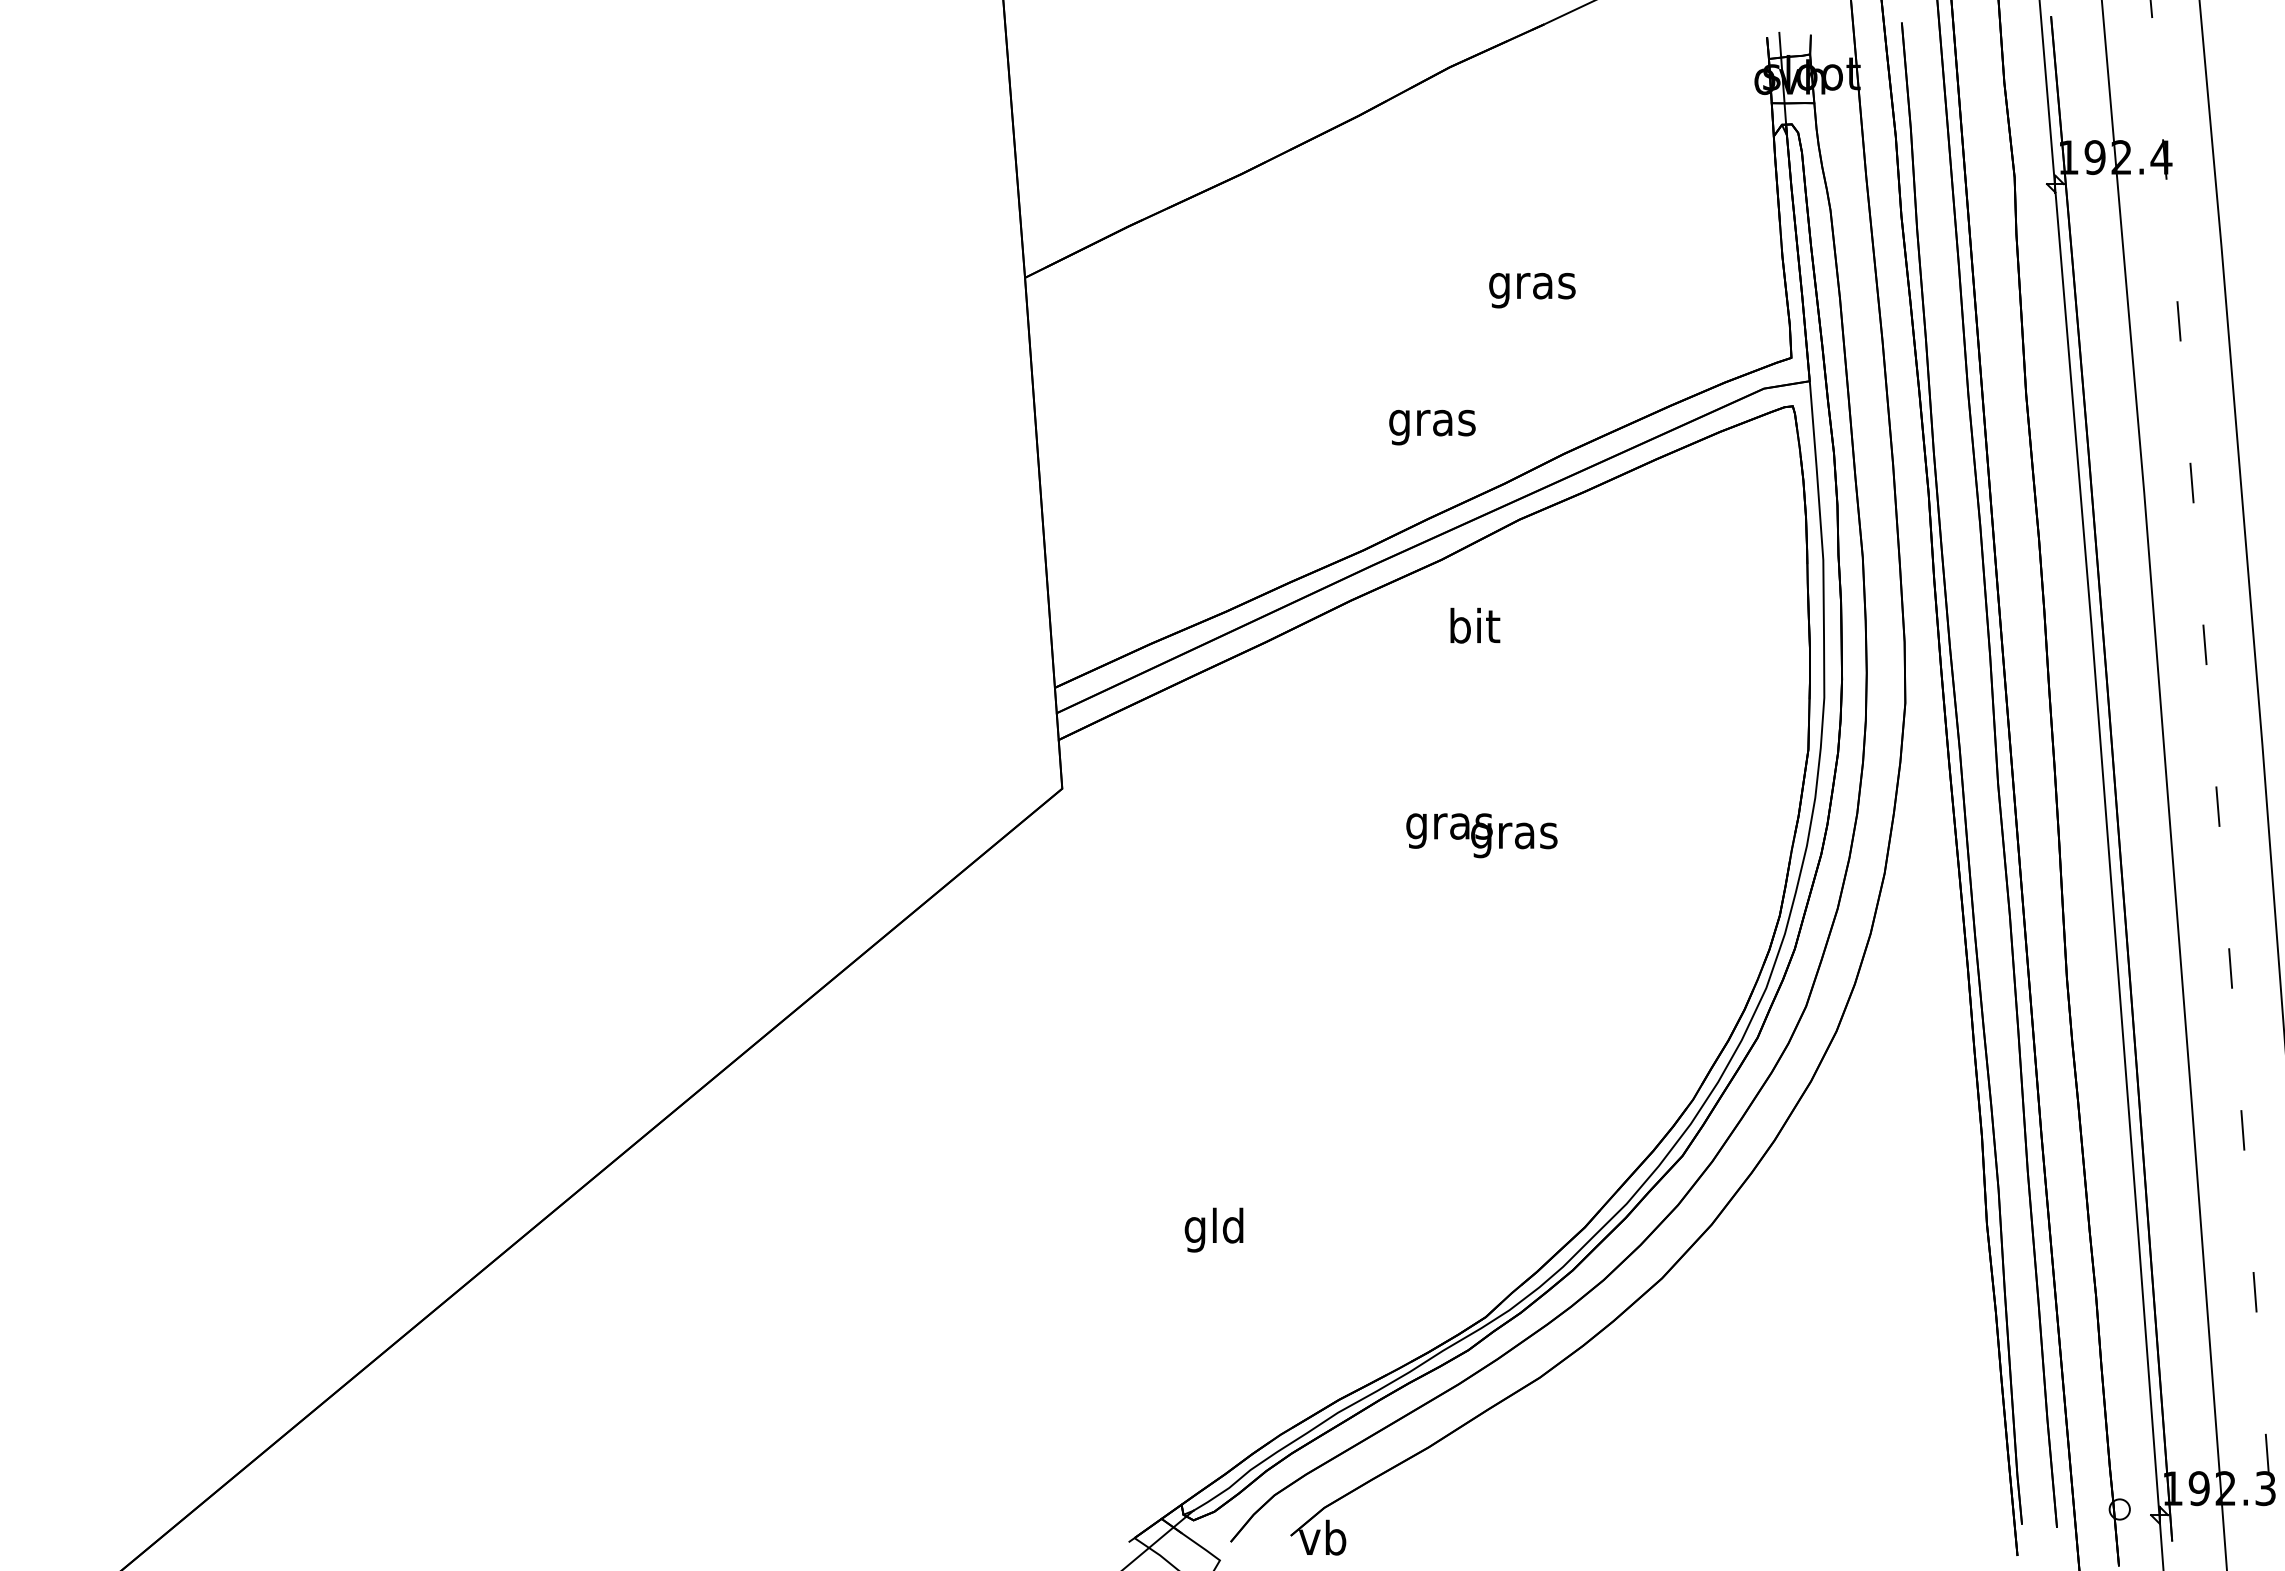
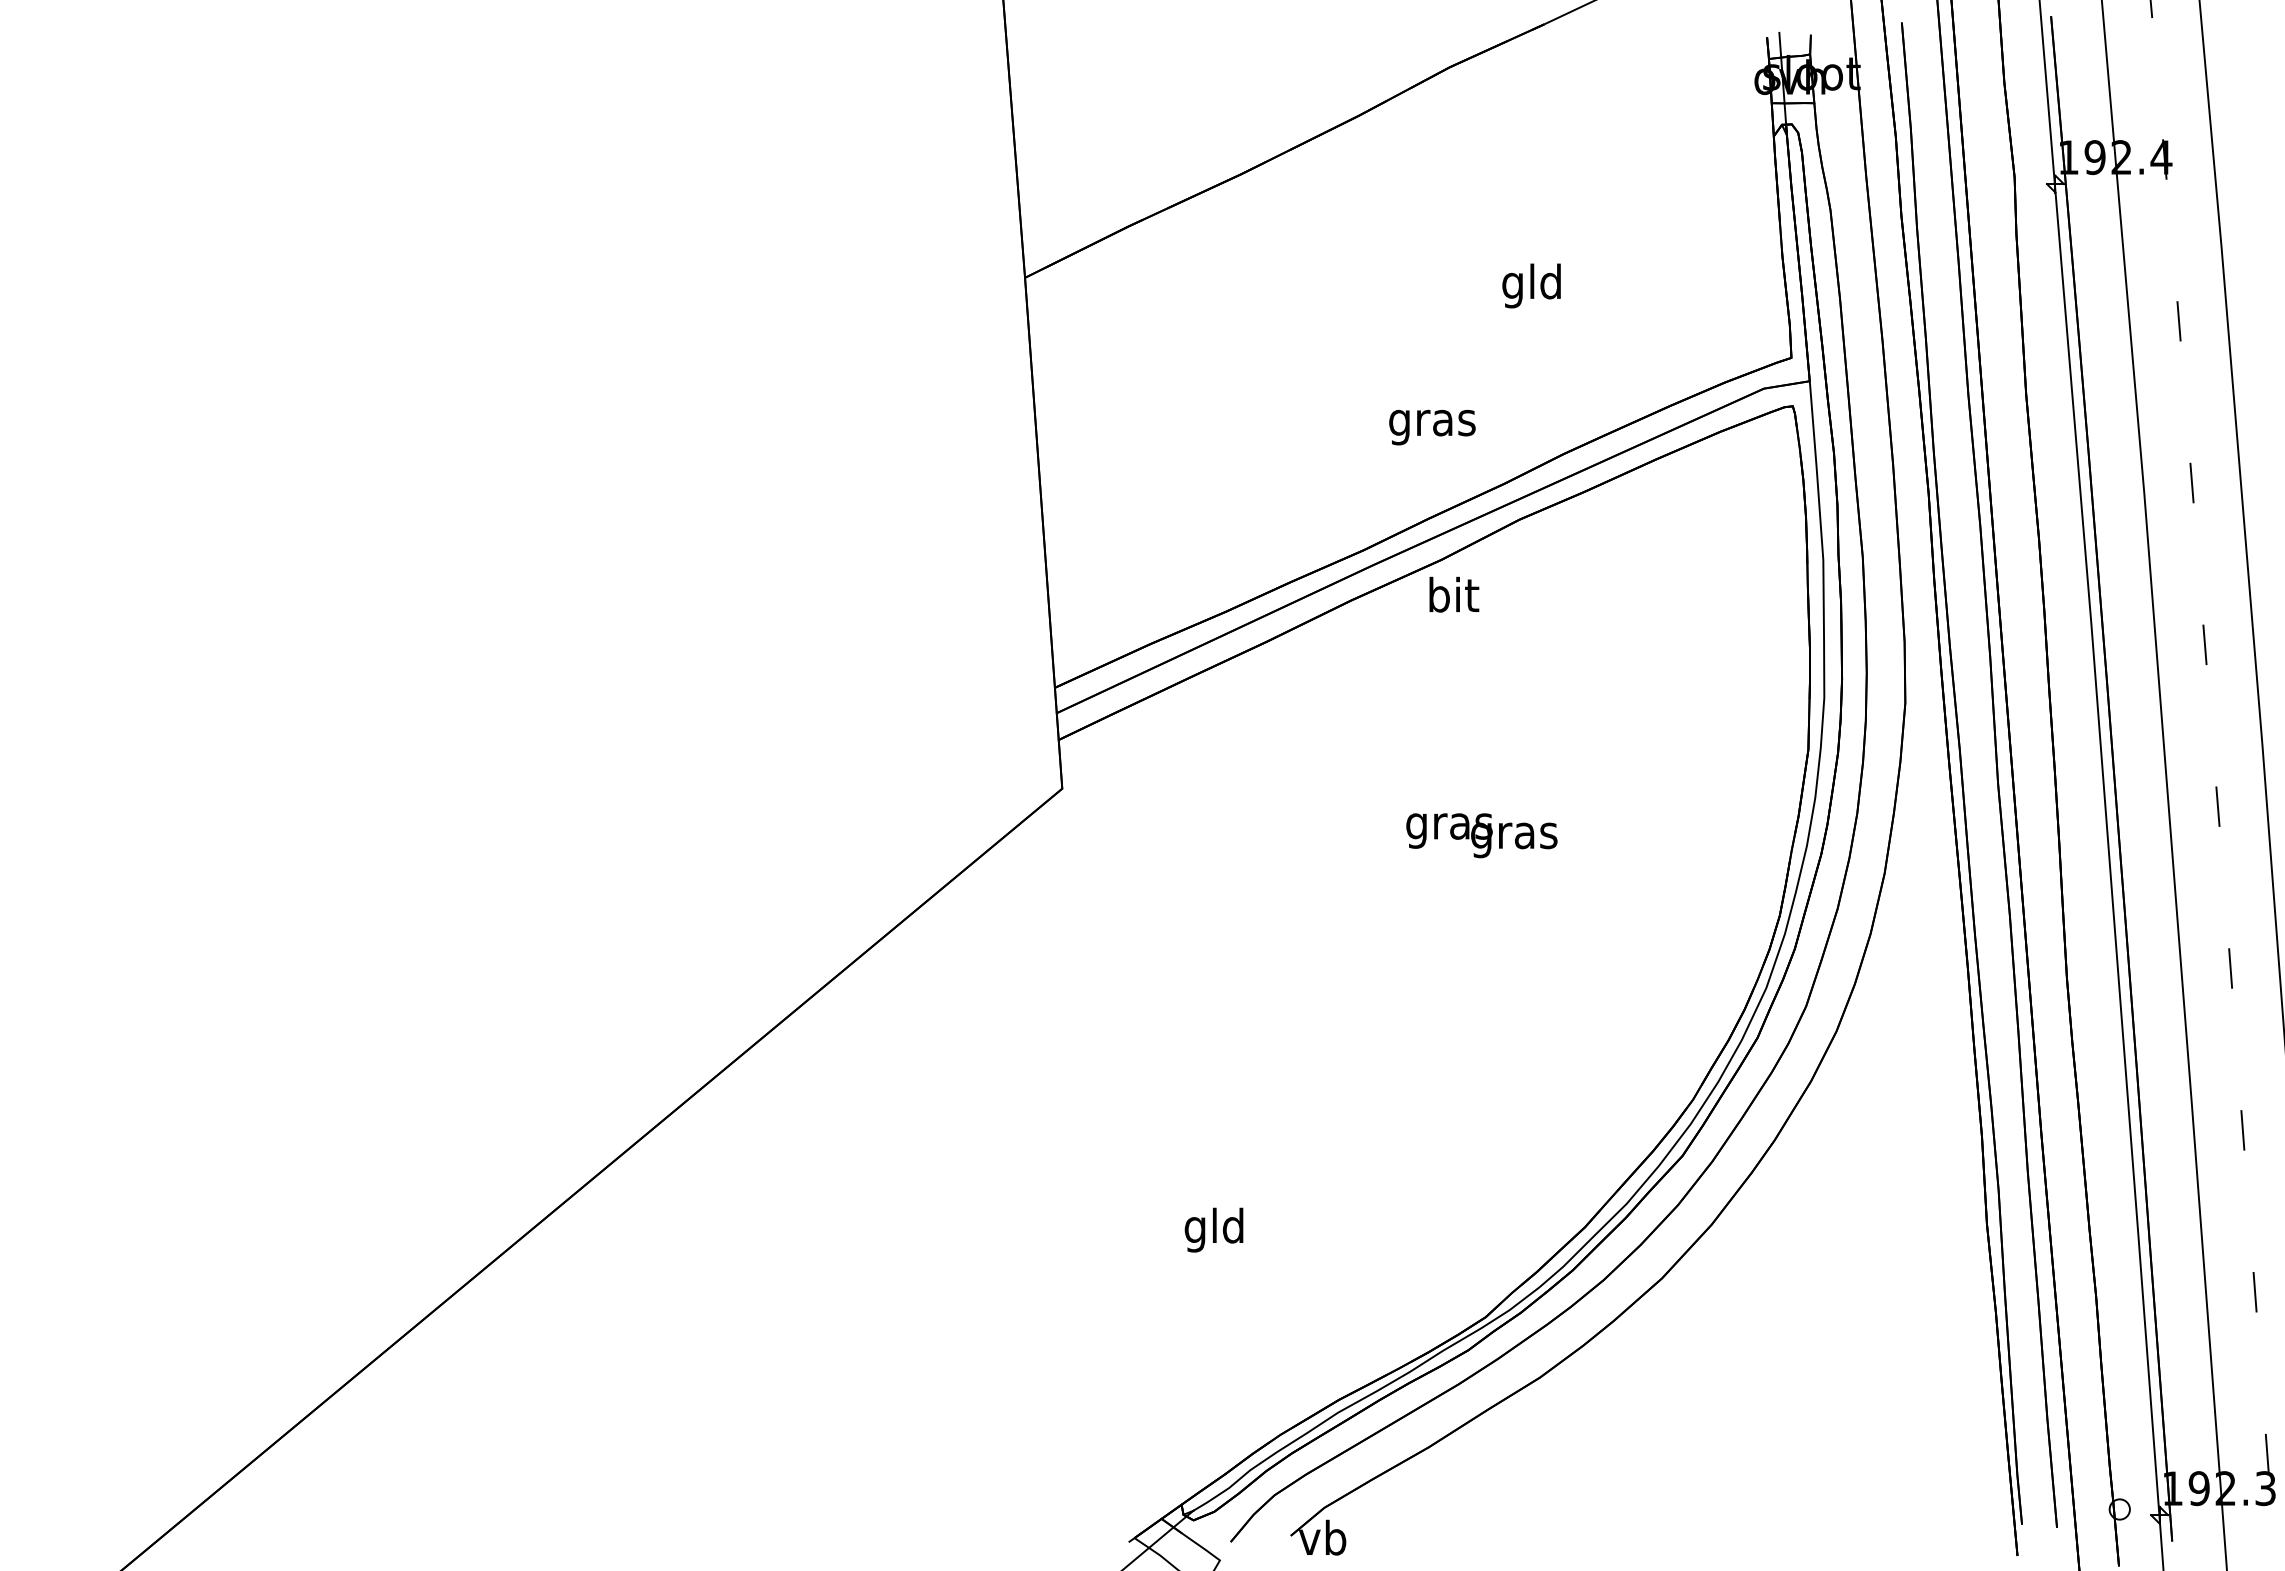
text at (1532, 285): gras -> gld
text at (1475, 625) position: (1475, 625) -> (1454, 594)
